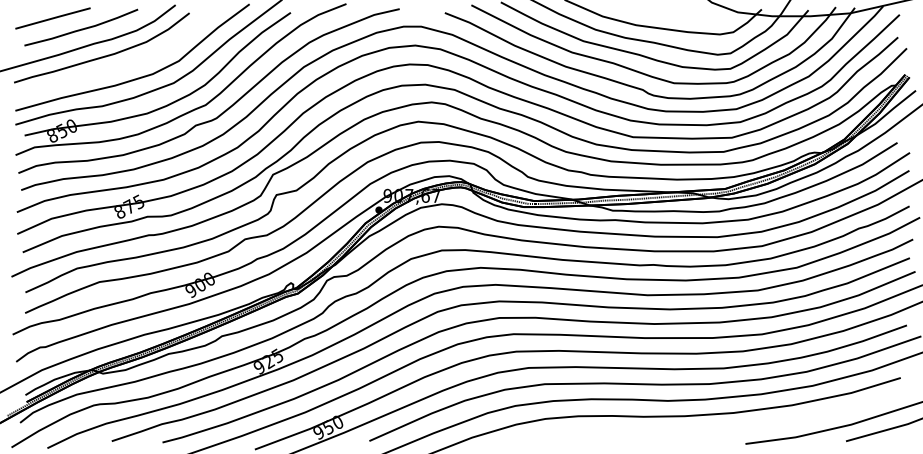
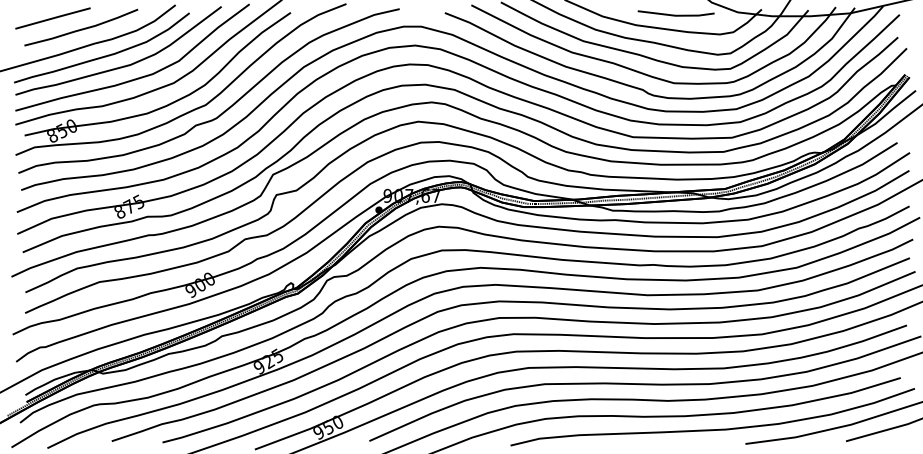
line at (675, 14): none -> present
curve at (123, 65): none -> present
part at (712, 429): none -> present
